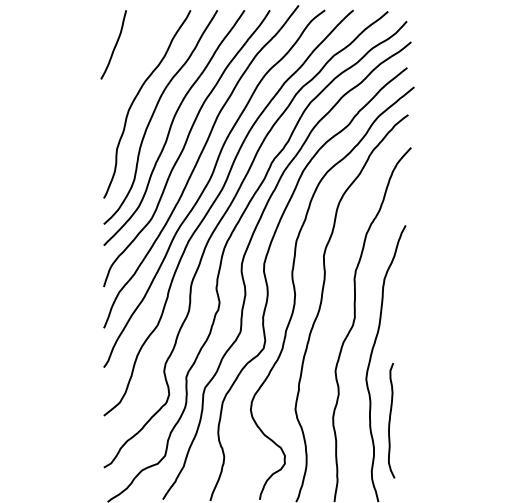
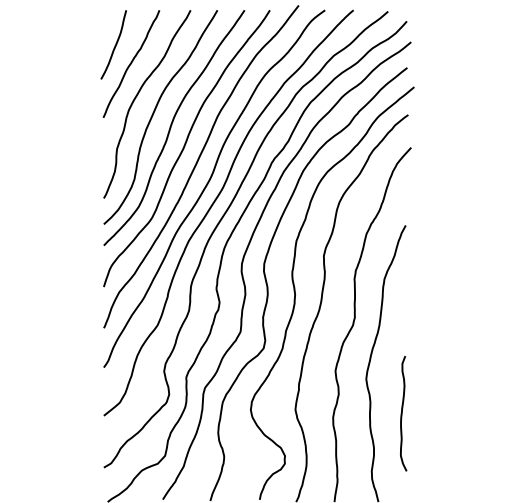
curve at (131, 63): none -> present
curve at (390, 420) position: (390, 420) -> (402, 413)
